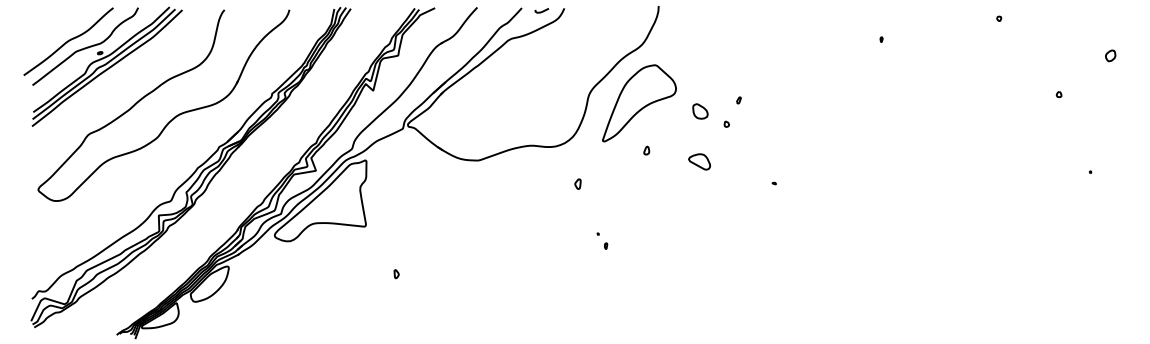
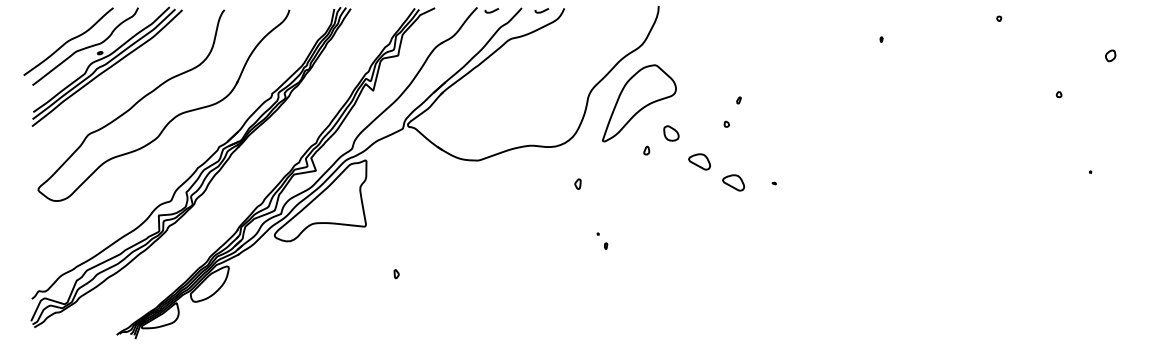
curve at (492, 10): none -> present
part at (700, 111) position: (700, 111) -> (671, 133)
part at (733, 182): none -> present
